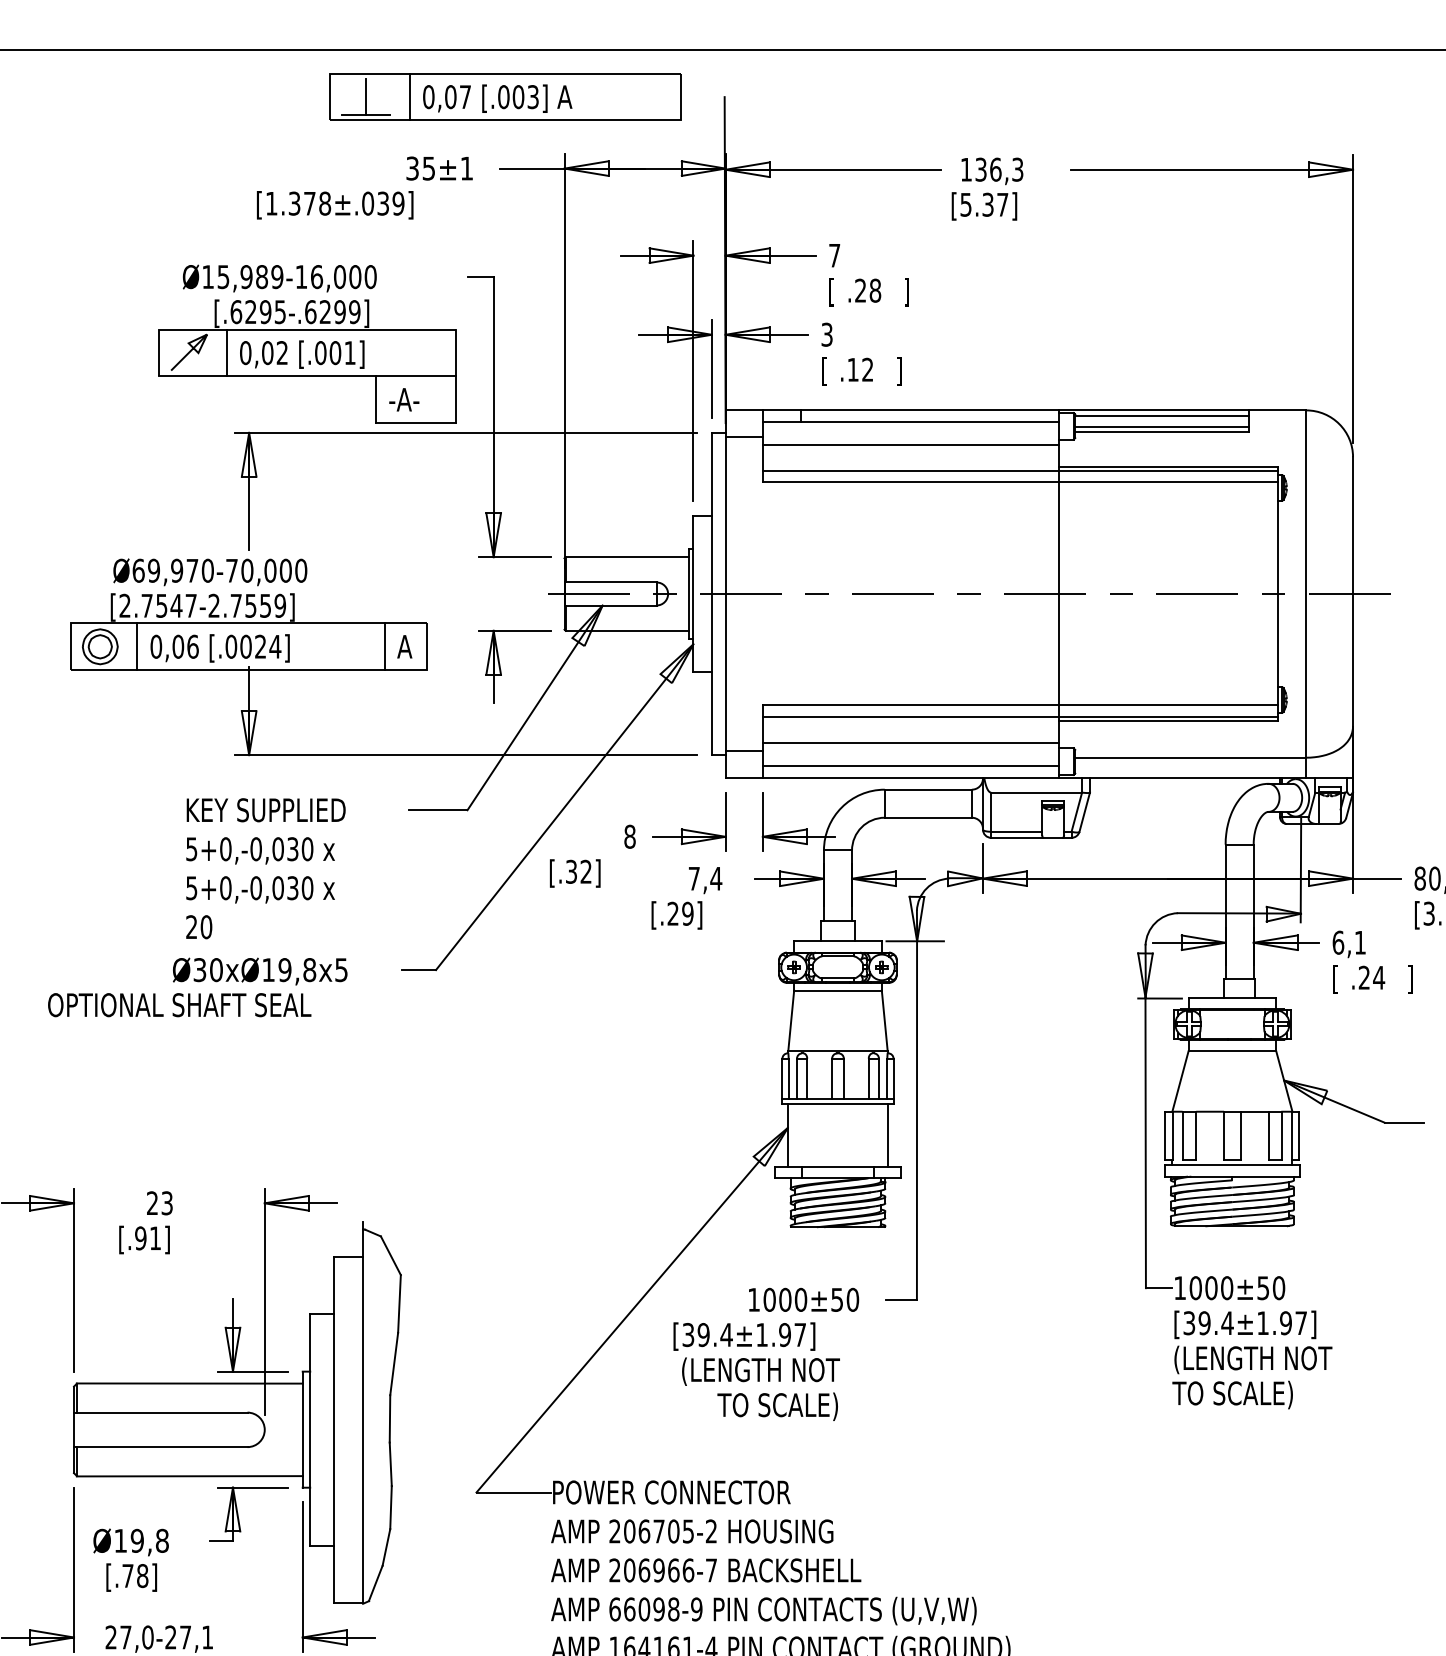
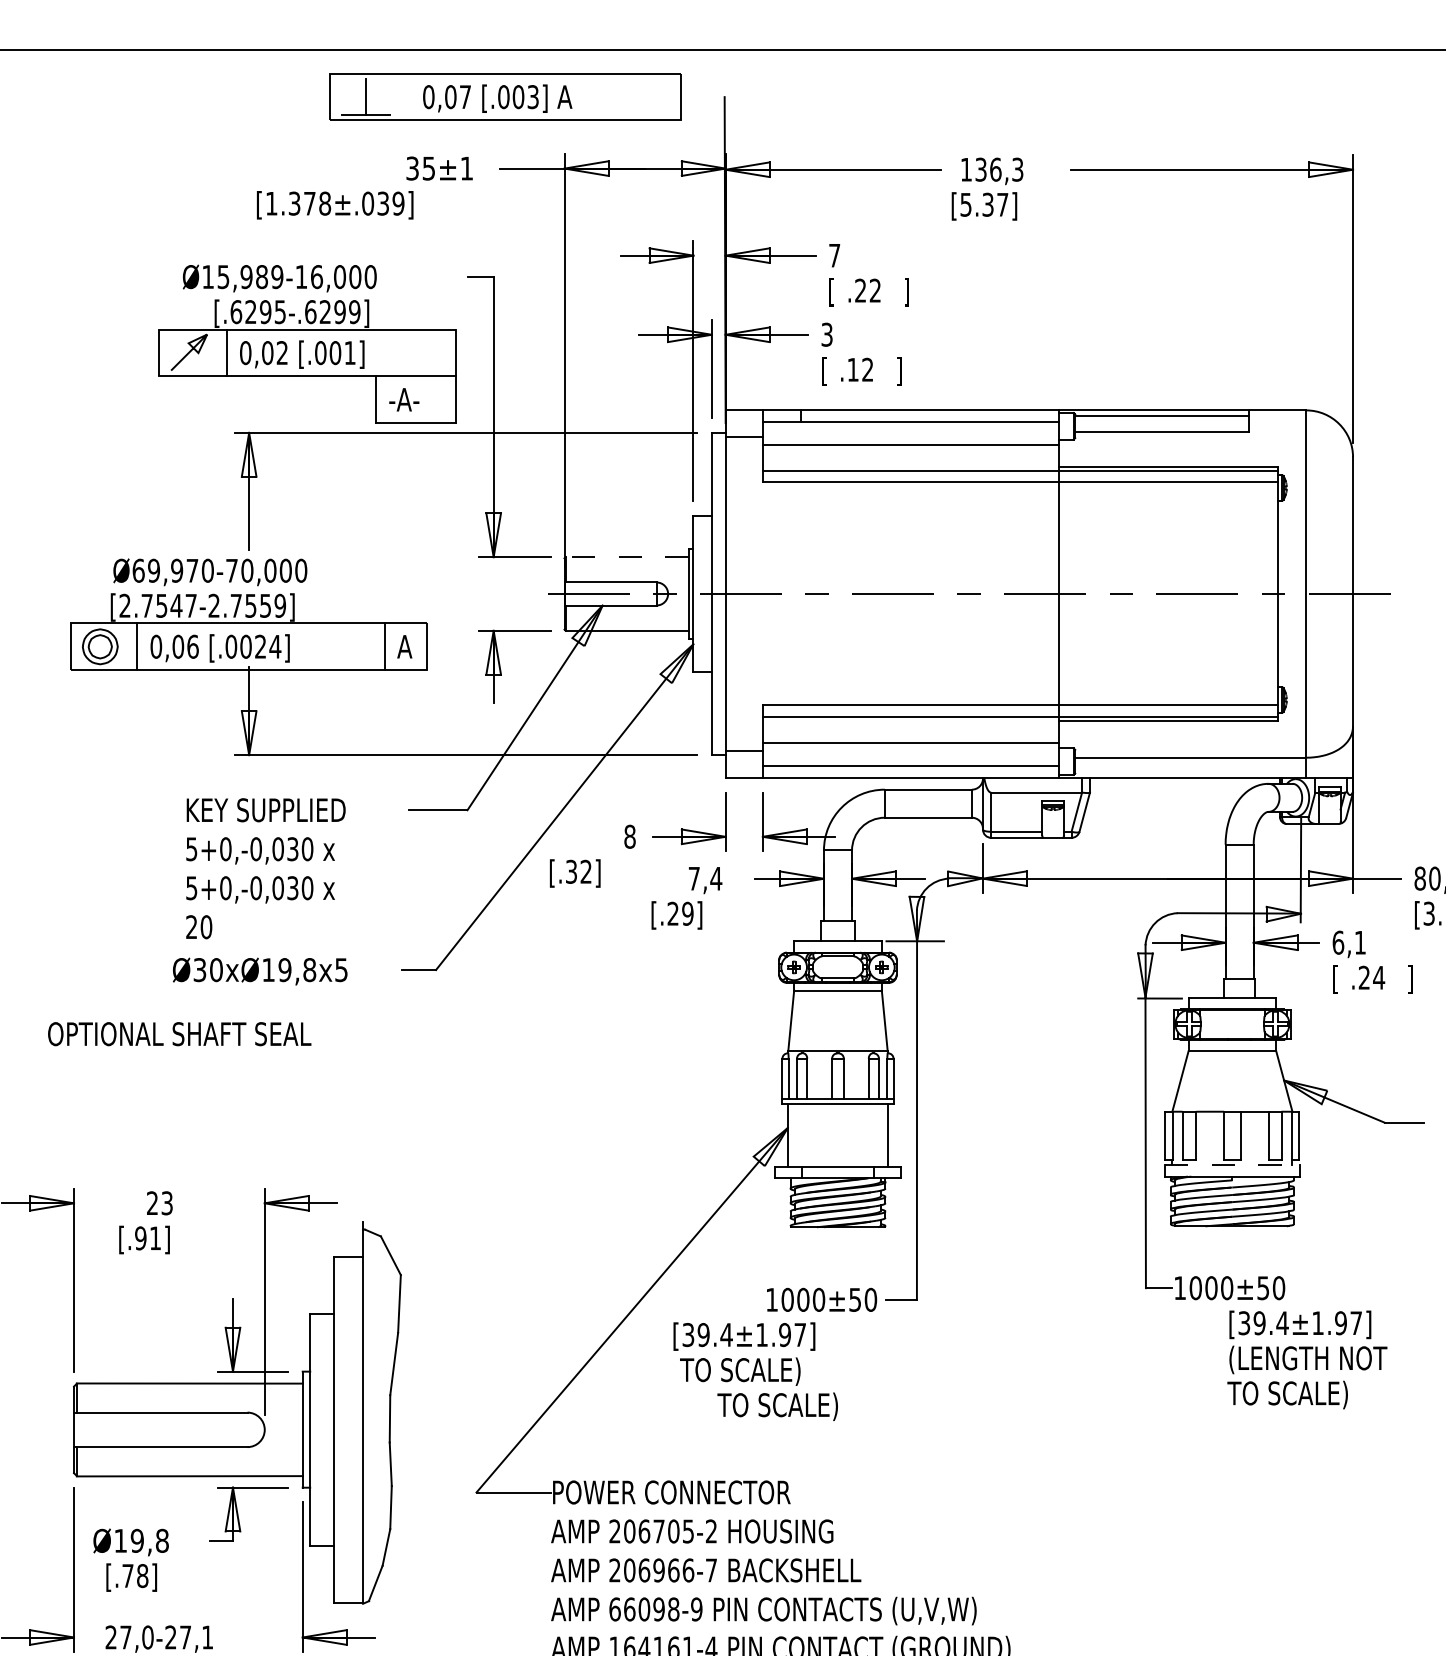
line at (409, 96): present -> none
text at (875, 290): .28 -> .22
line at (1161, 426): present -> none
line at (627, 557): solid -> dashed
text at (179, 1005) position: (179, 1005) -> (179, 1034)
line at (1232, 1165): solid -> dashed
text at (804, 1299) position: (804, 1299) -> (822, 1299)
text at (1252, 1359) position: (1252, 1359) -> (1307, 1359)
text at (759, 1371): (LENGTH NOT -> TO SCALE)
